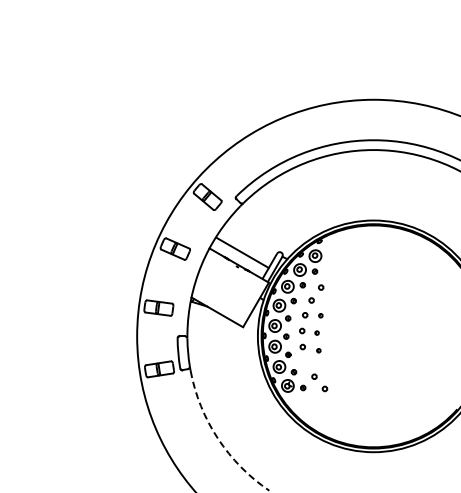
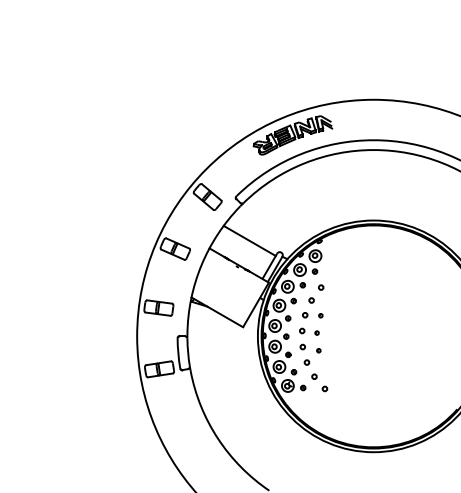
part at (292, 135): none -> present
line at (242, 252) position: (242, 252) -> (249, 240)
circle at (306, 362): none -> present
arc at (218, 438): dashed -> solid
